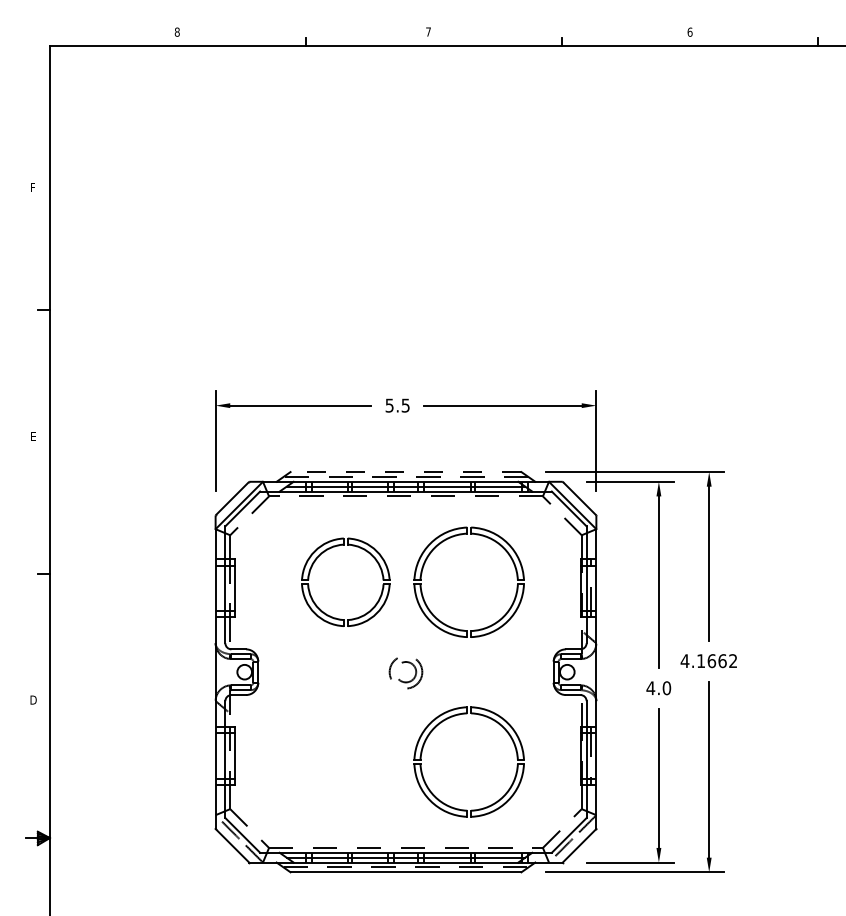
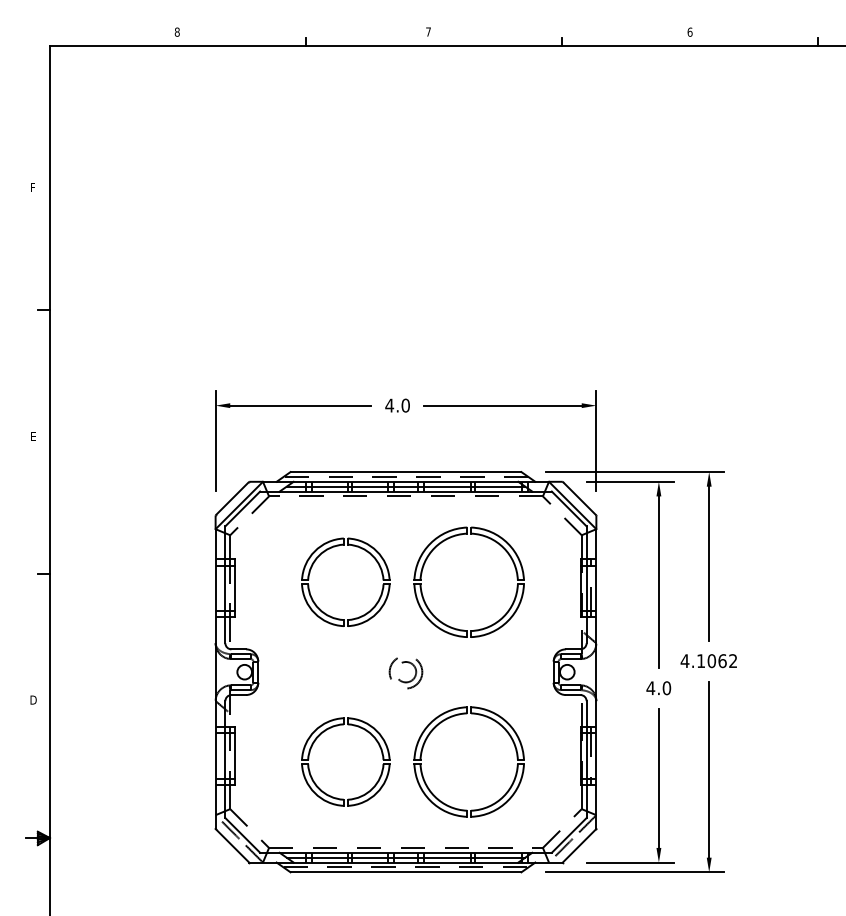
text at (397, 405): 5.5 -> 4.0
line at (405, 472): dashed -> solid
text at (711, 660): 4.1662 -> 4.1062
part at (329, 729): none -> present
